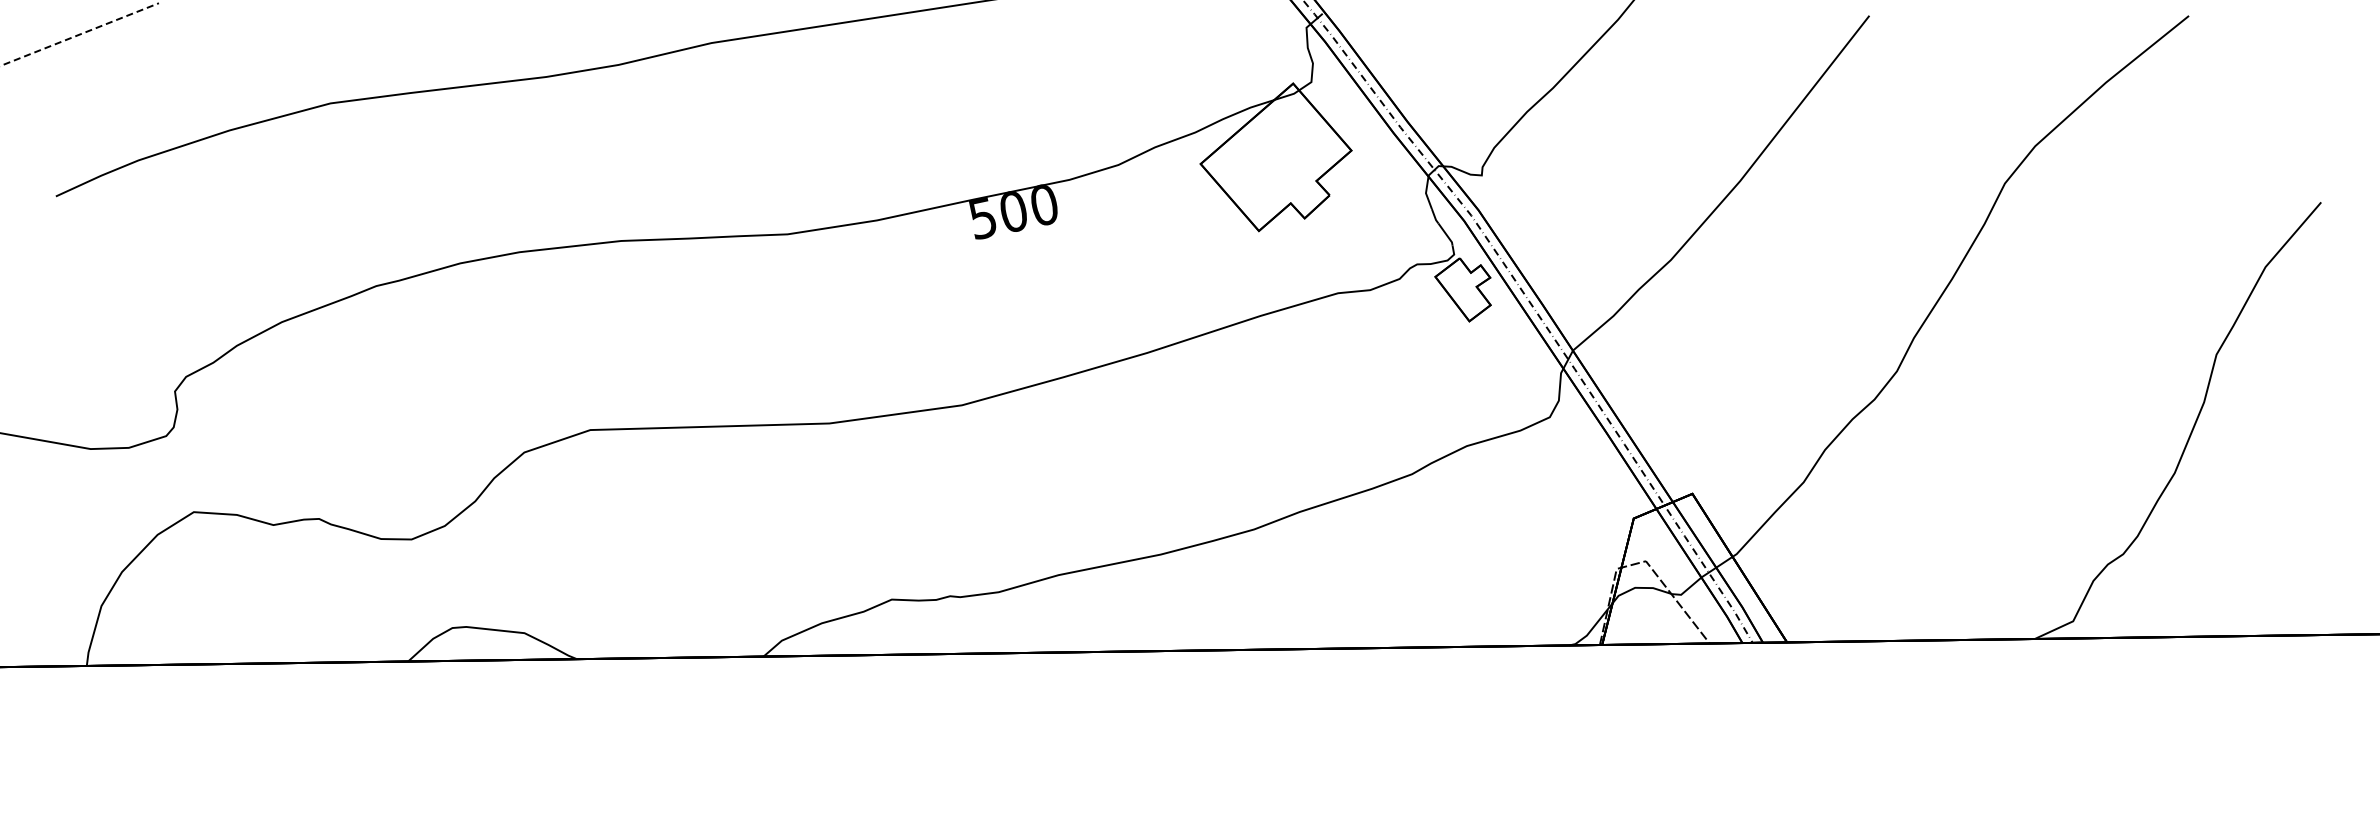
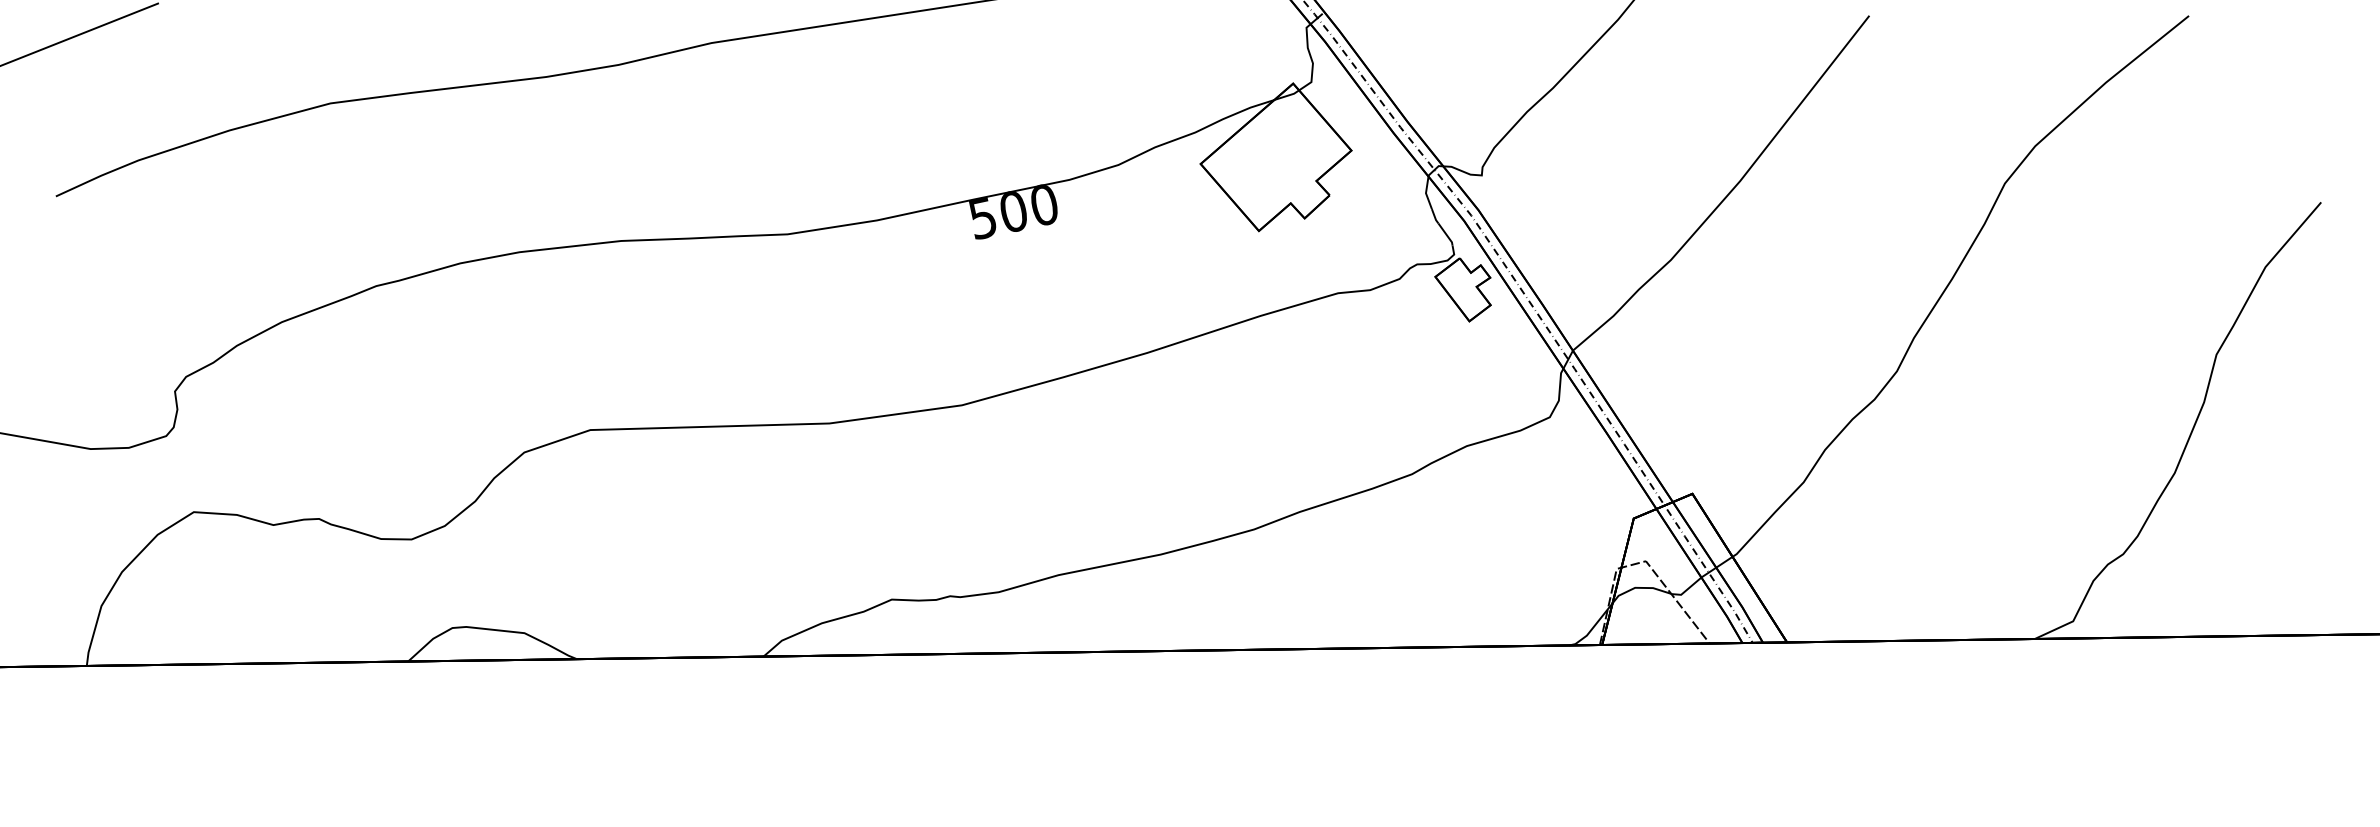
line at (79, 34): dashed -> solid
